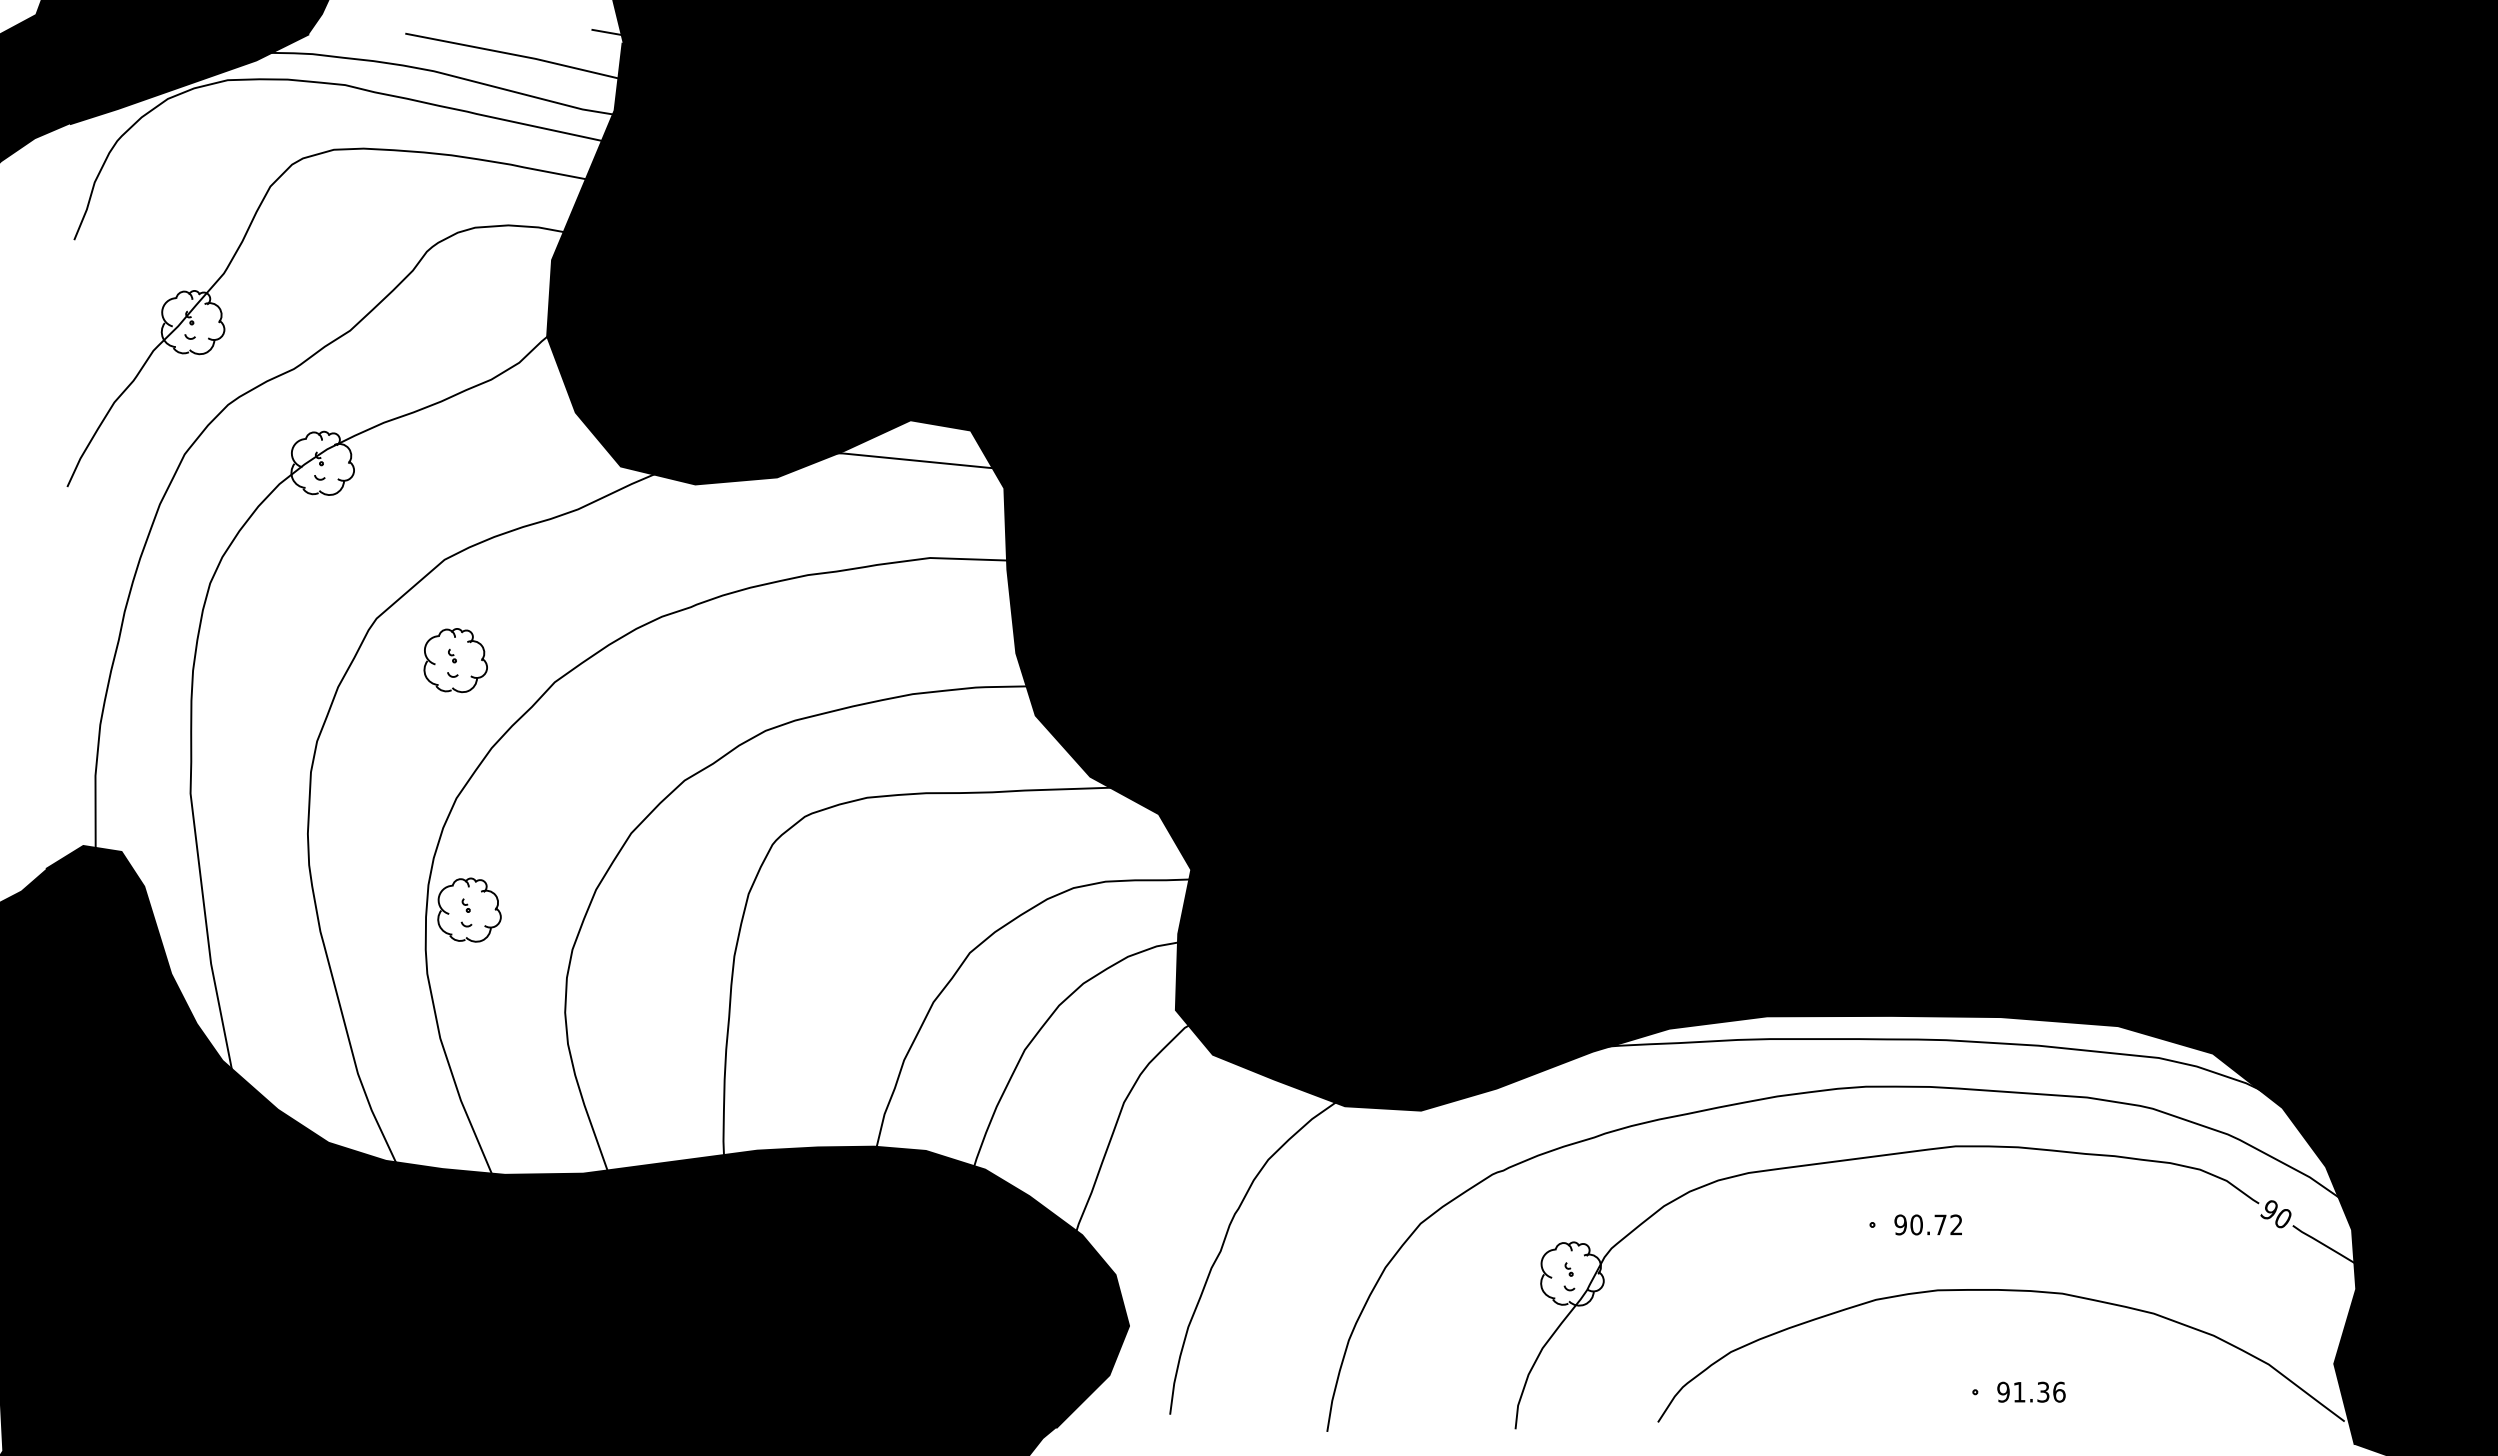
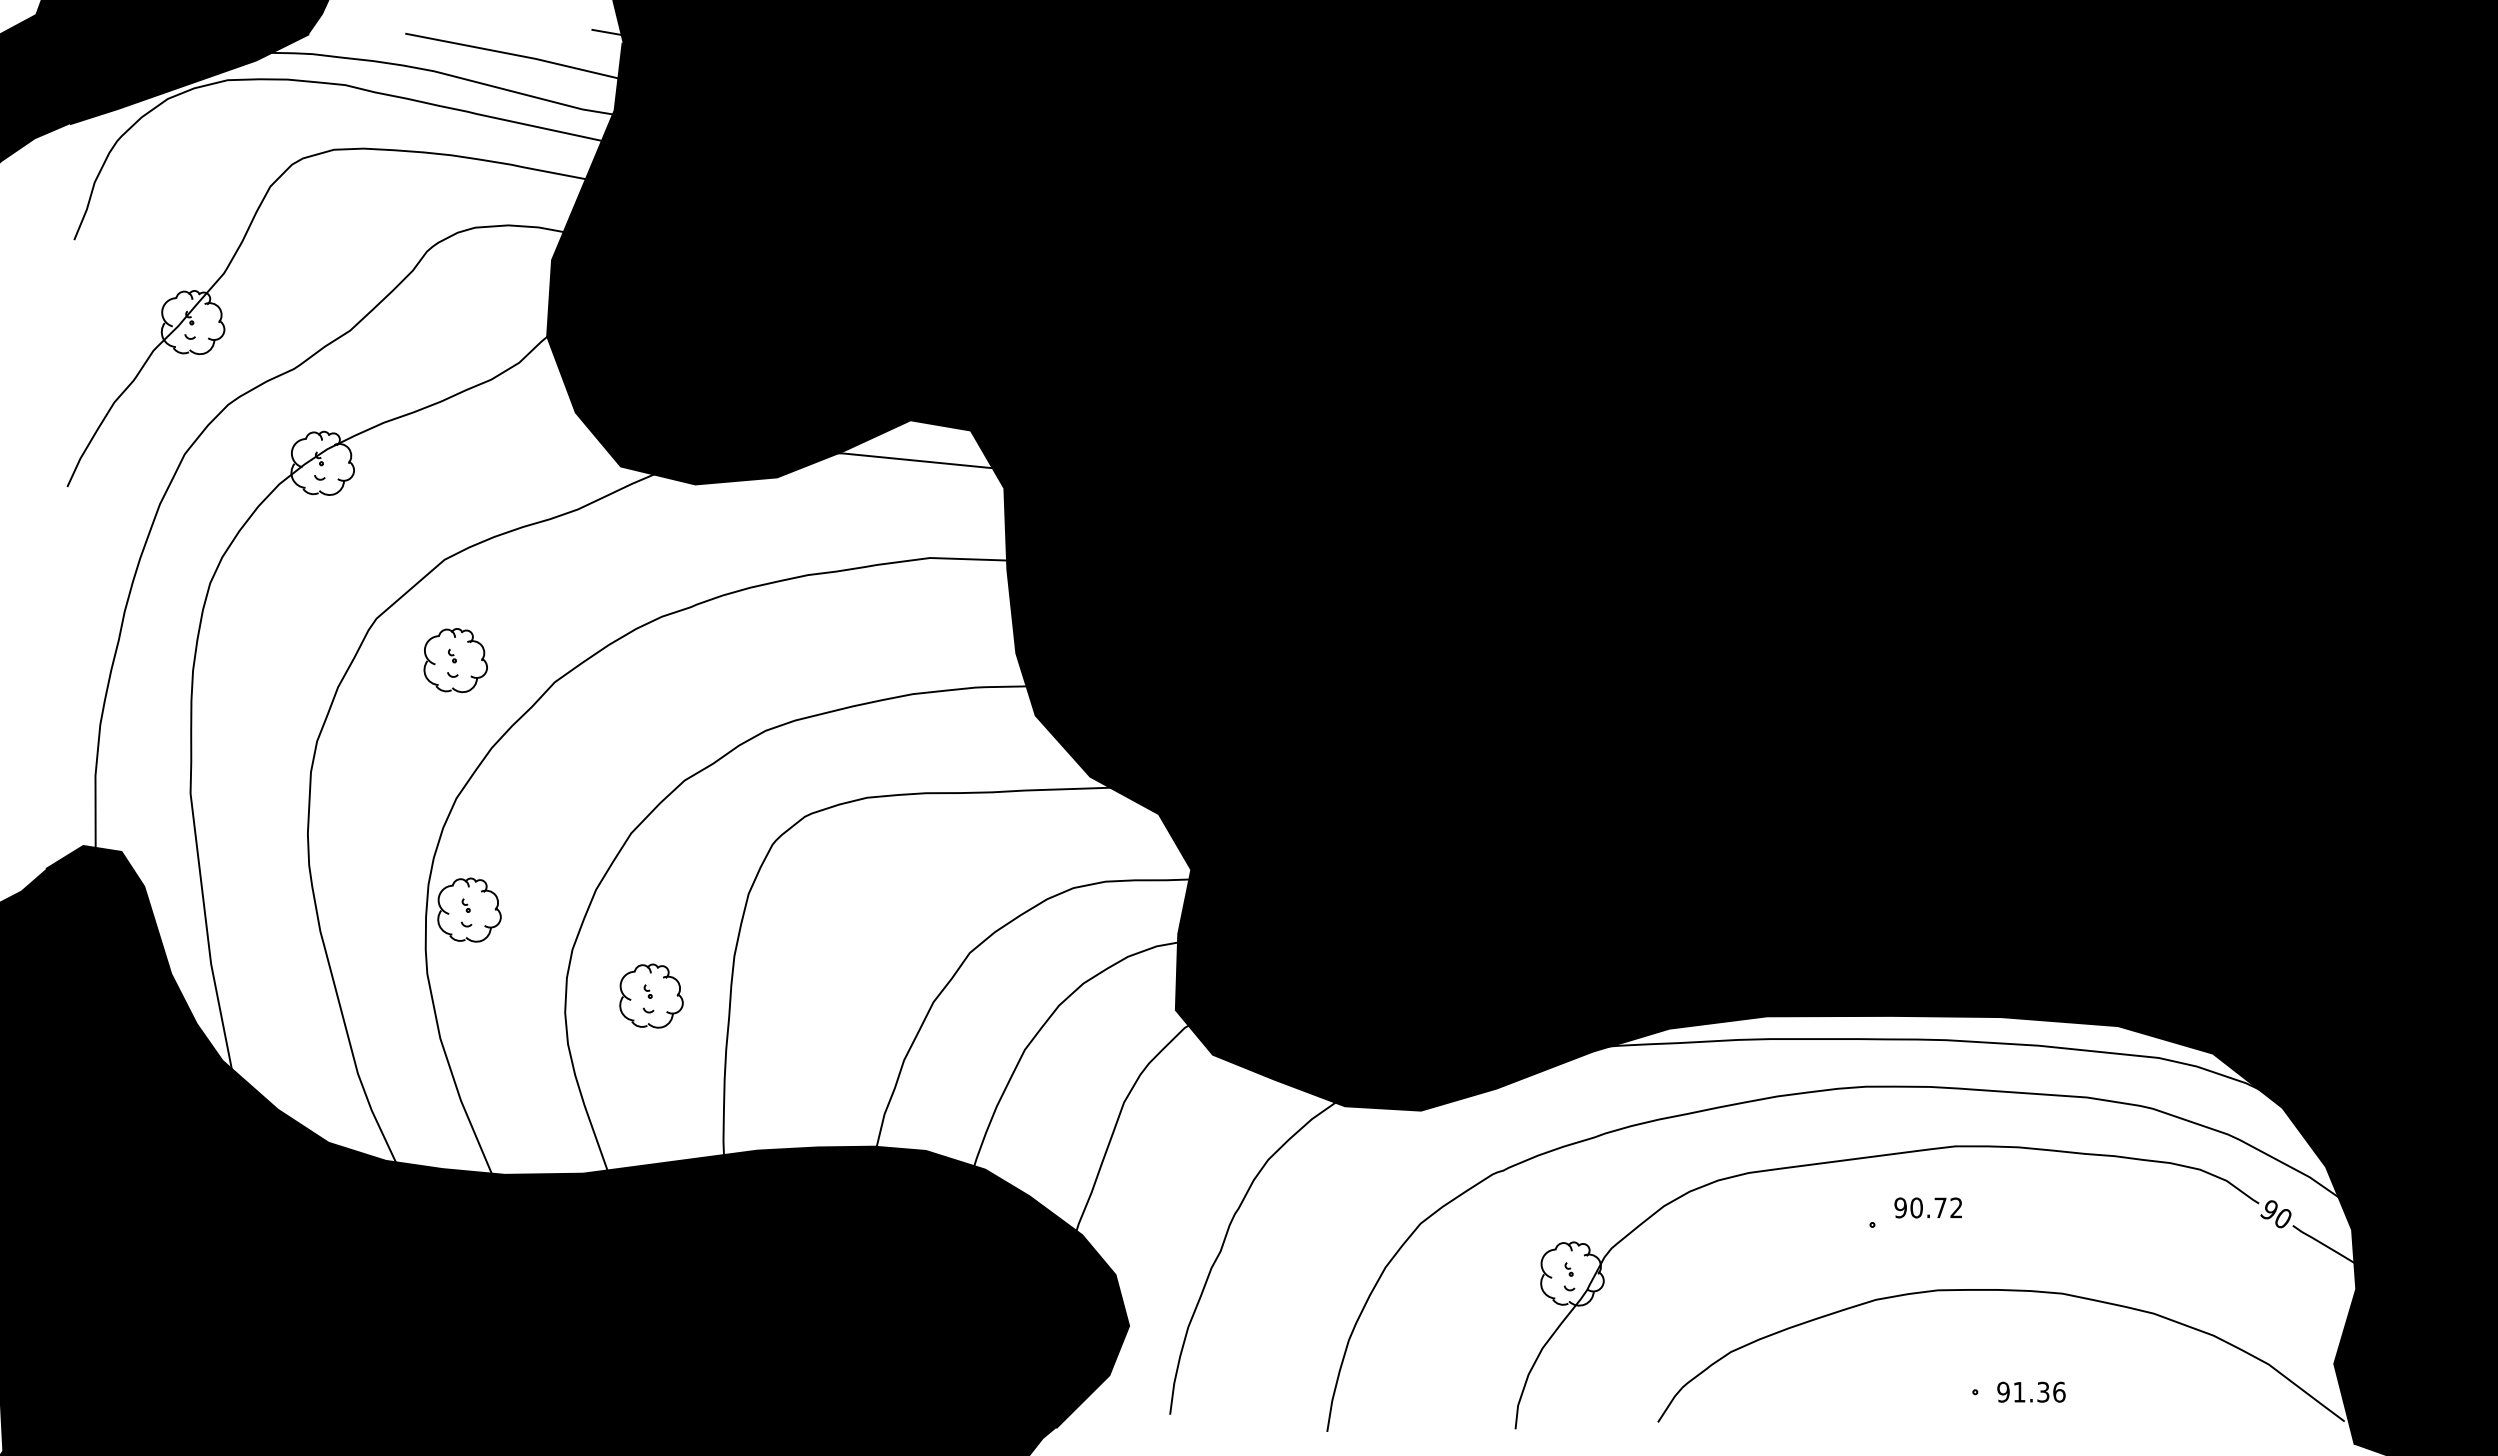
part at (651, 995): none -> present
text at (1927, 1224) position: (1927, 1224) -> (1927, 1207)
